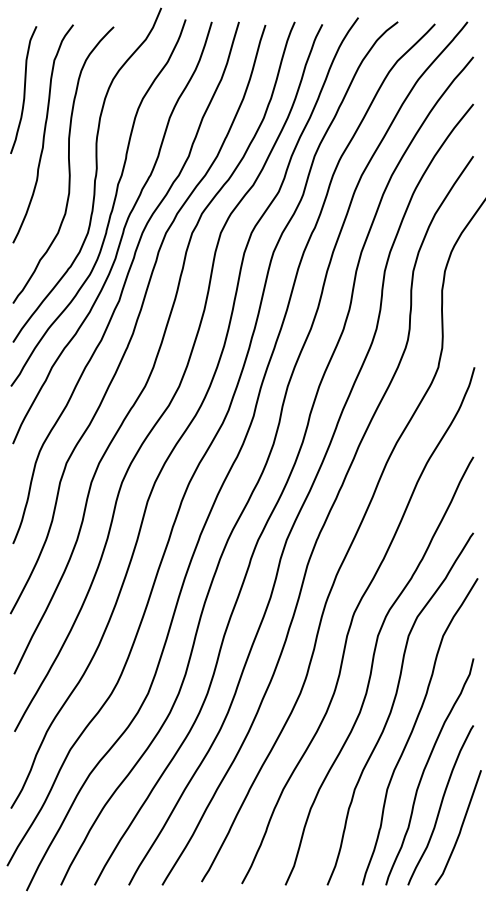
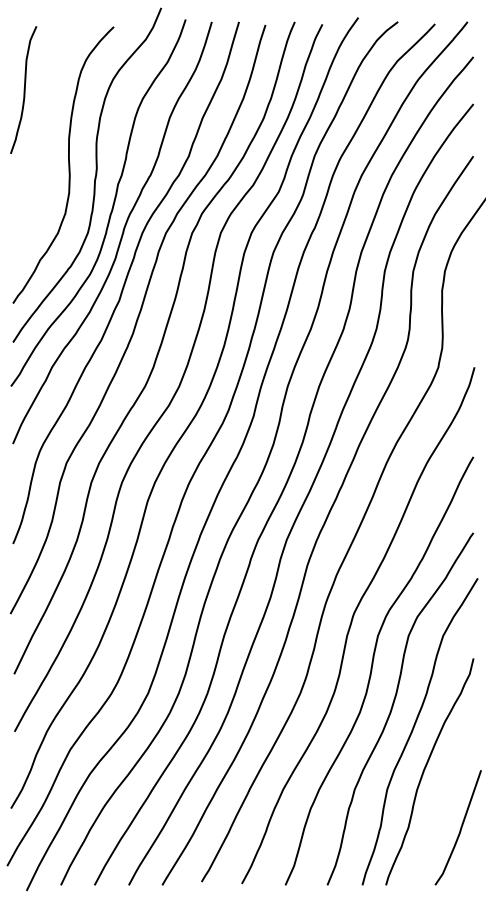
curve at (43, 133): present -> none
curve at (440, 805): present -> none
